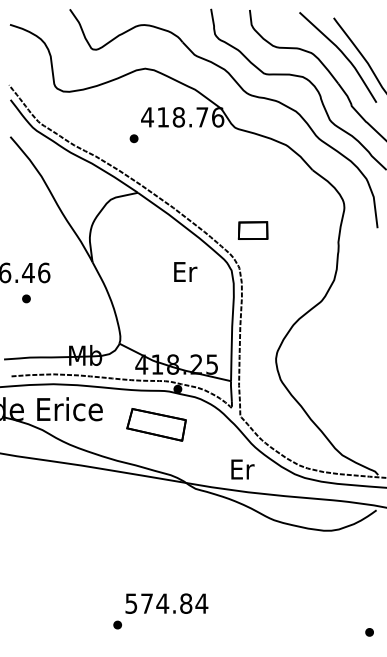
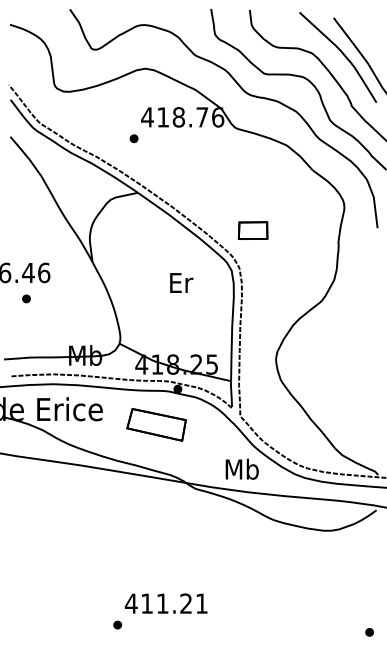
text at (185, 271) position: (185, 271) -> (181, 282)
text at (241, 468): Er -> Mb
text at (166, 603): 574.84 -> 411.21
